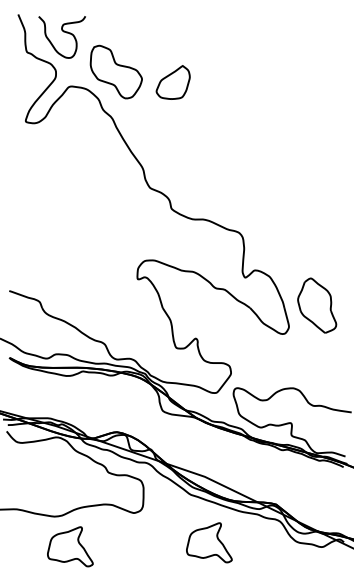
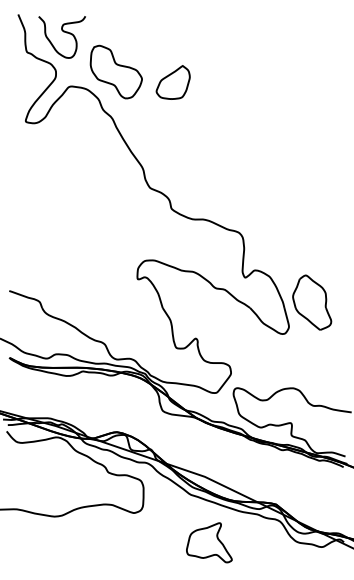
part at (317, 305) position: (317, 305) -> (312, 302)
part at (70, 546): present -> none
